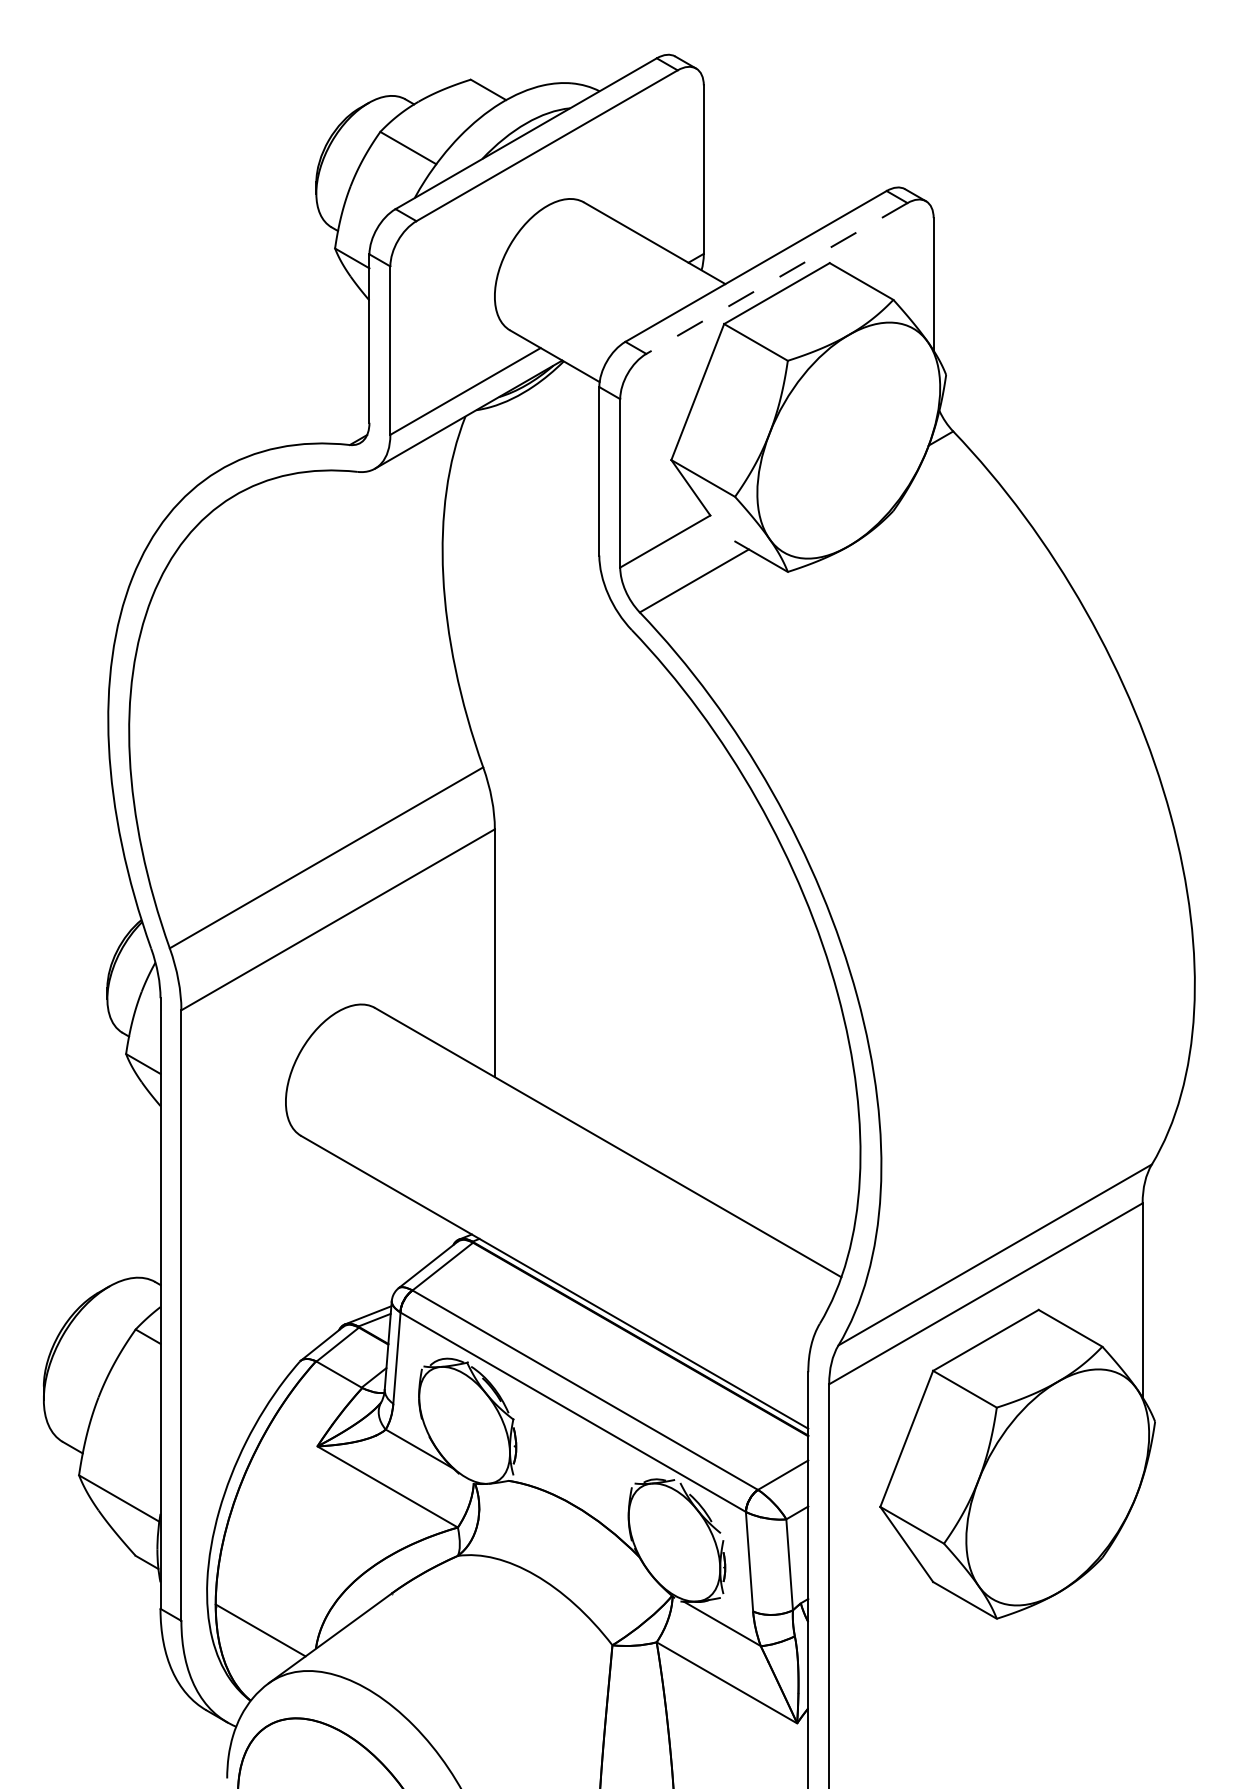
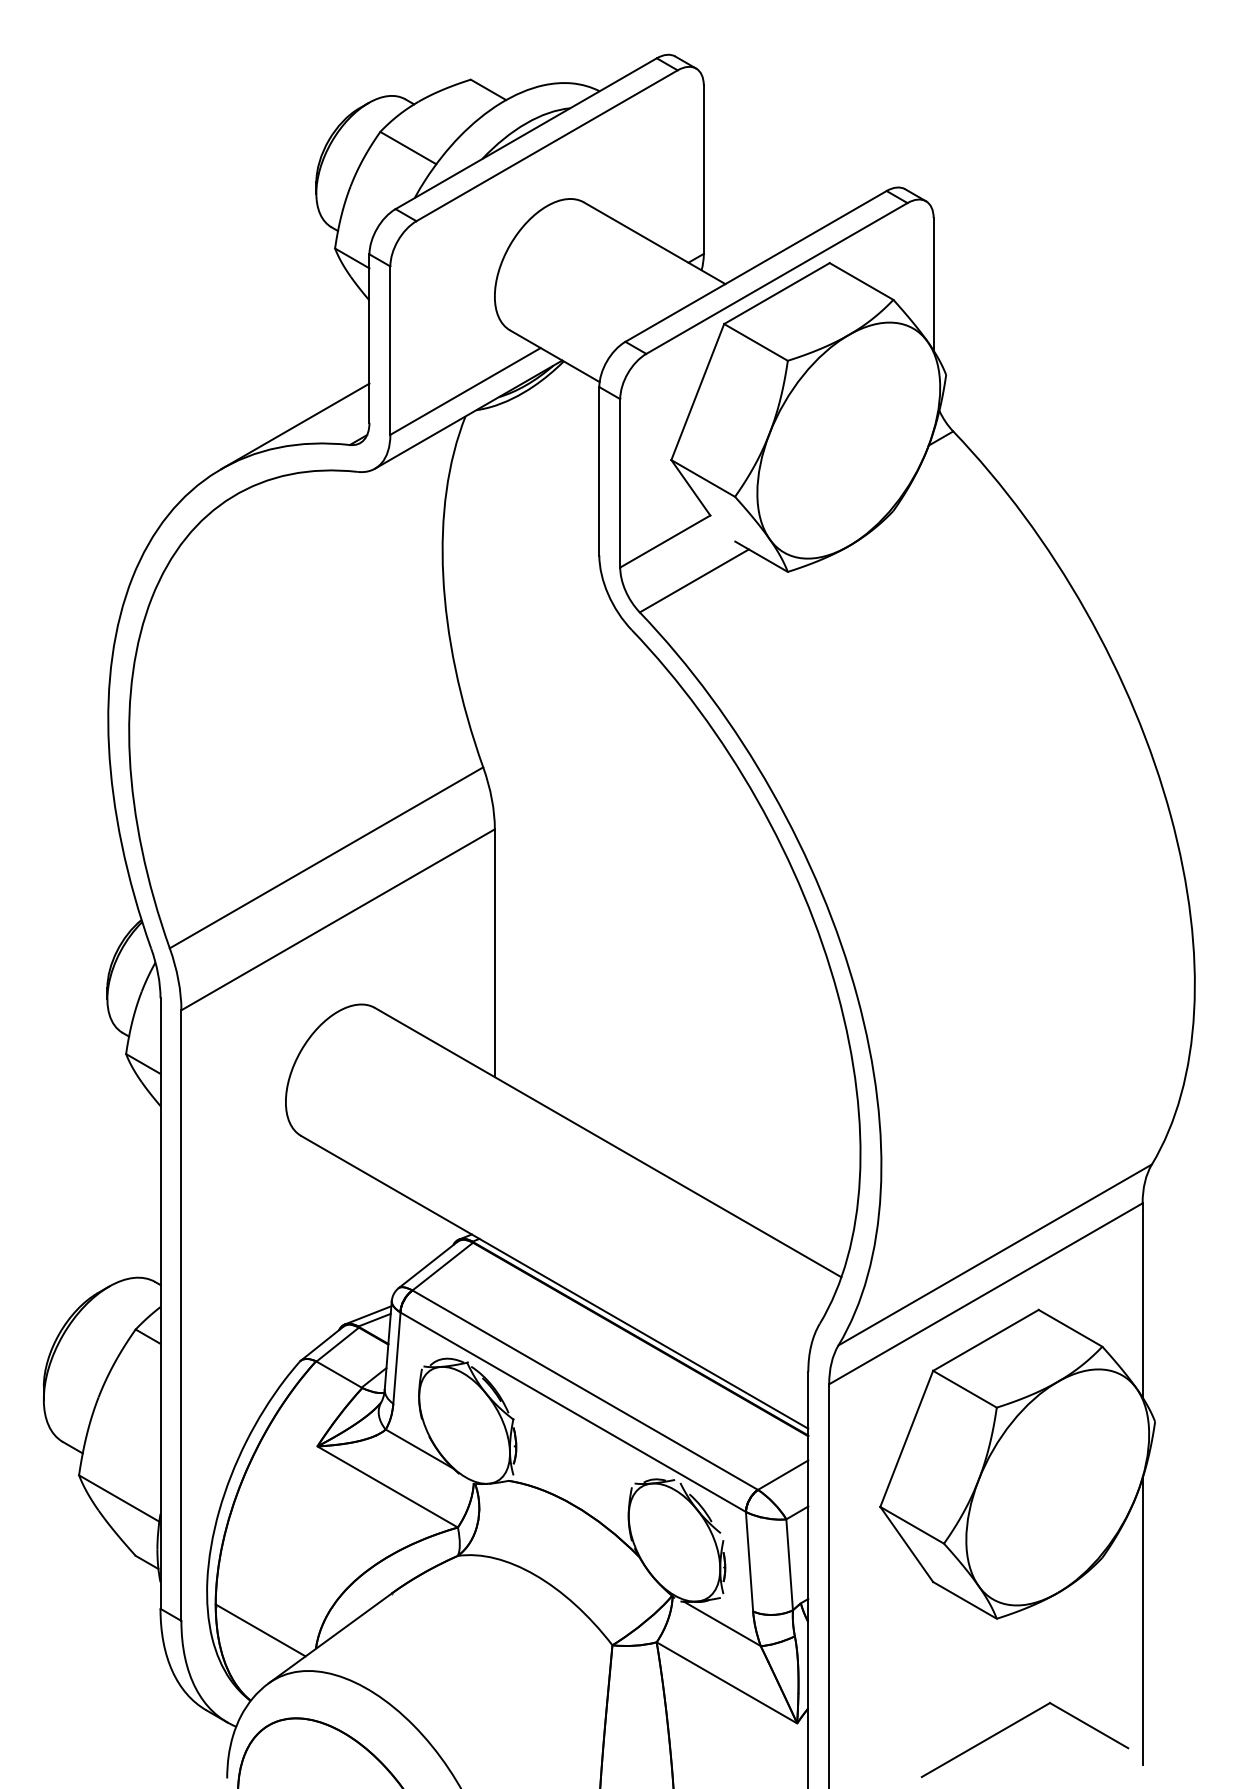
line at (776, 278): dashed -> solid
line at (295, 426): none -> present
line at (1142, 1621): none -> present
part at (1015, 1724): none -> present
